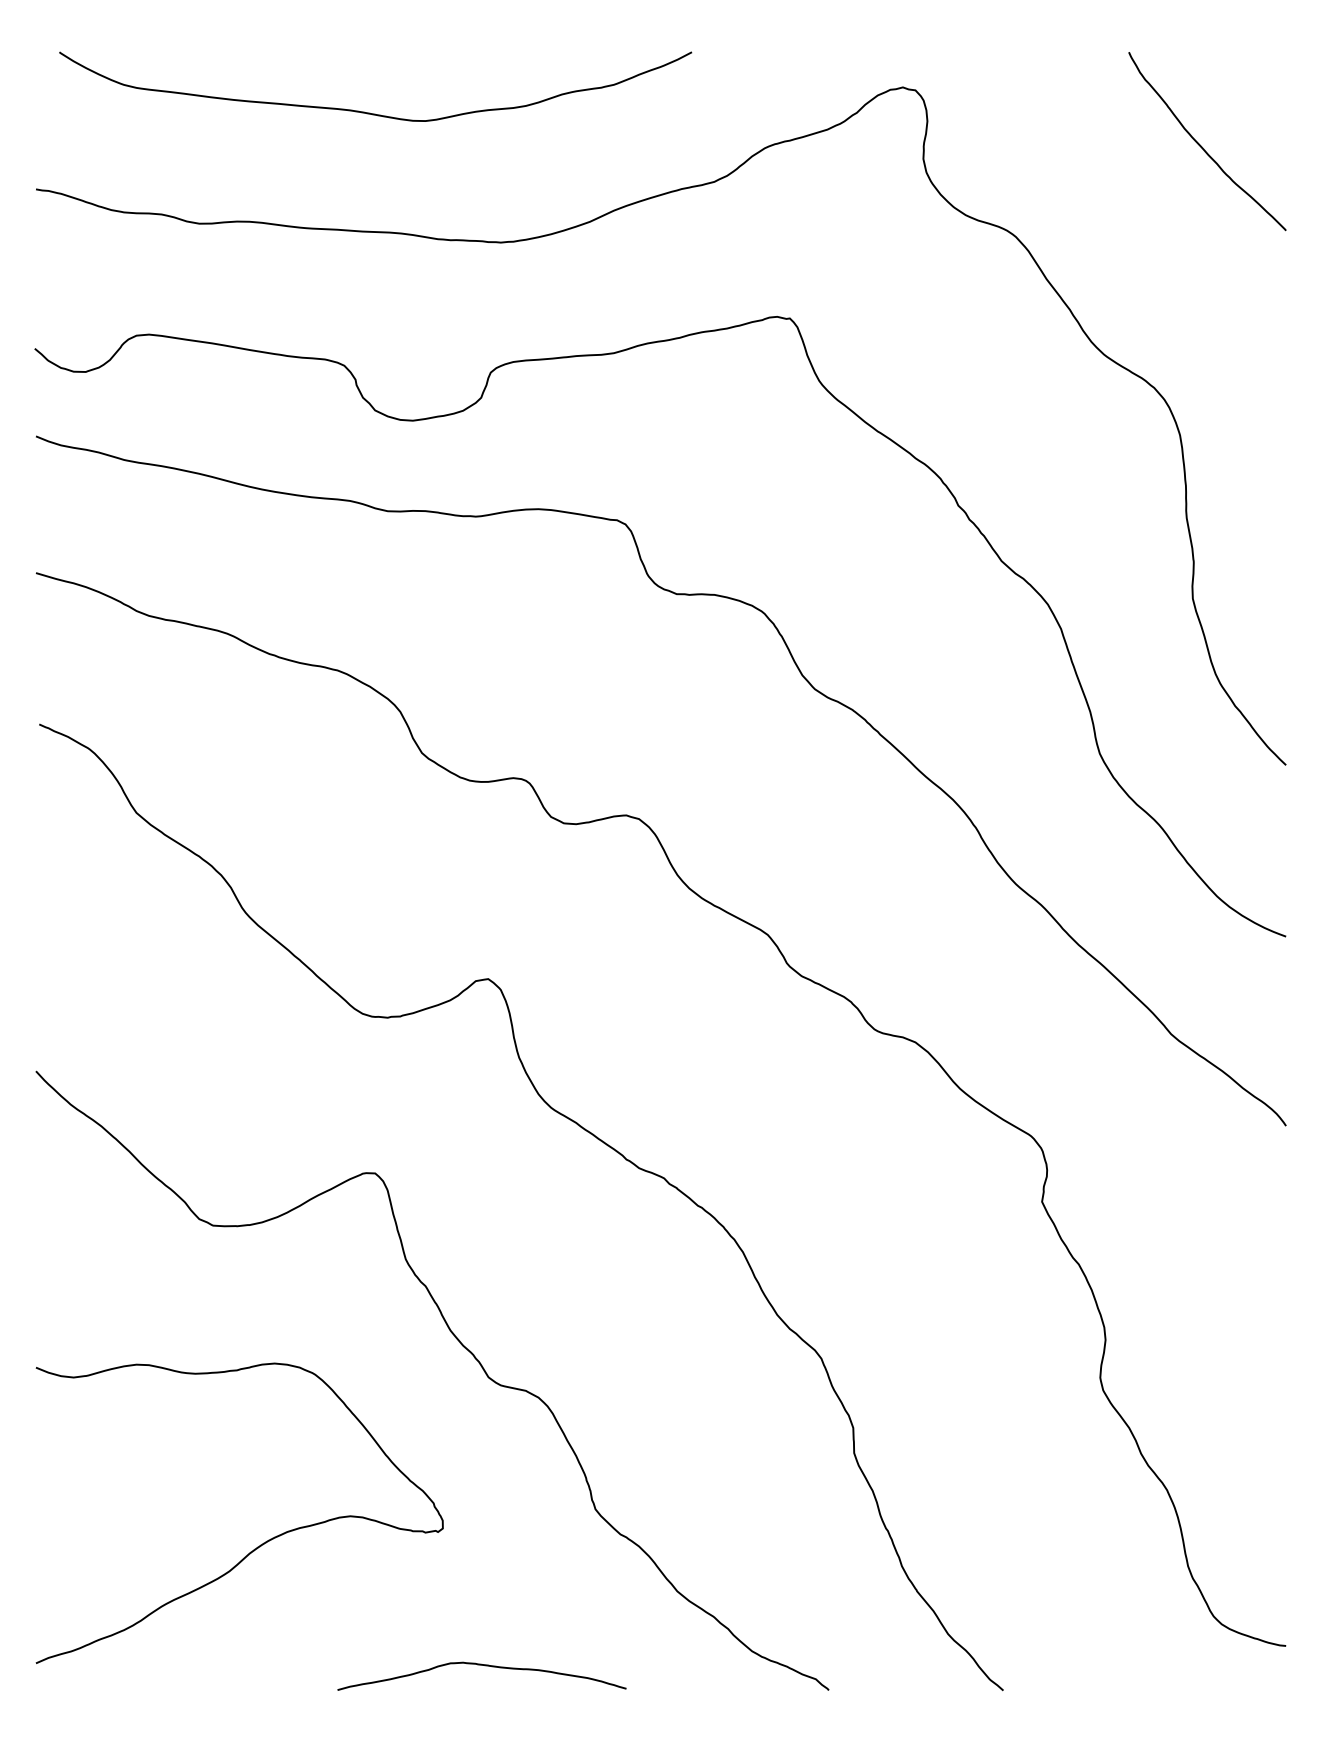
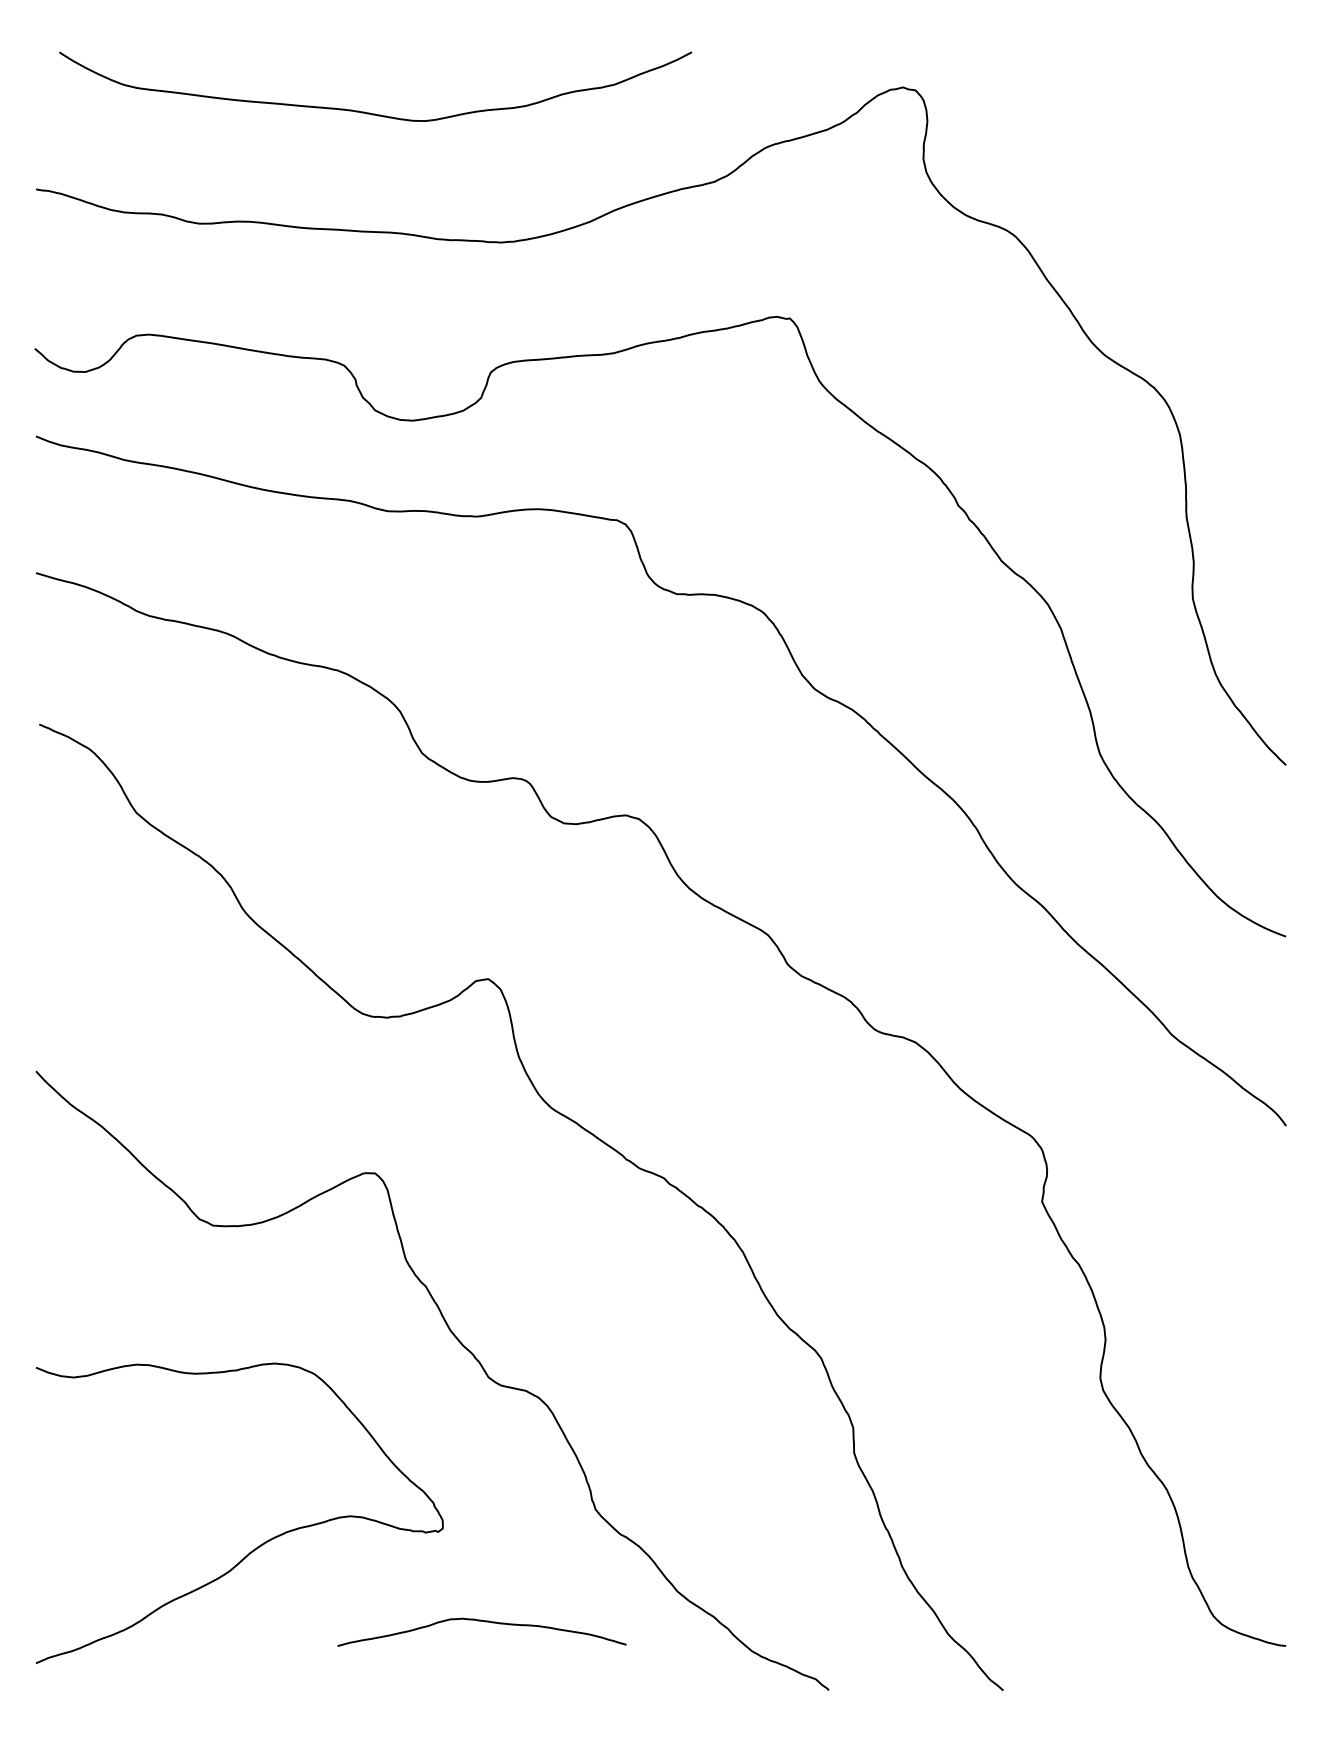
curve at (1202, 146): present -> none
curve at (485, 1666) position: (485, 1666) -> (485, 1622)
